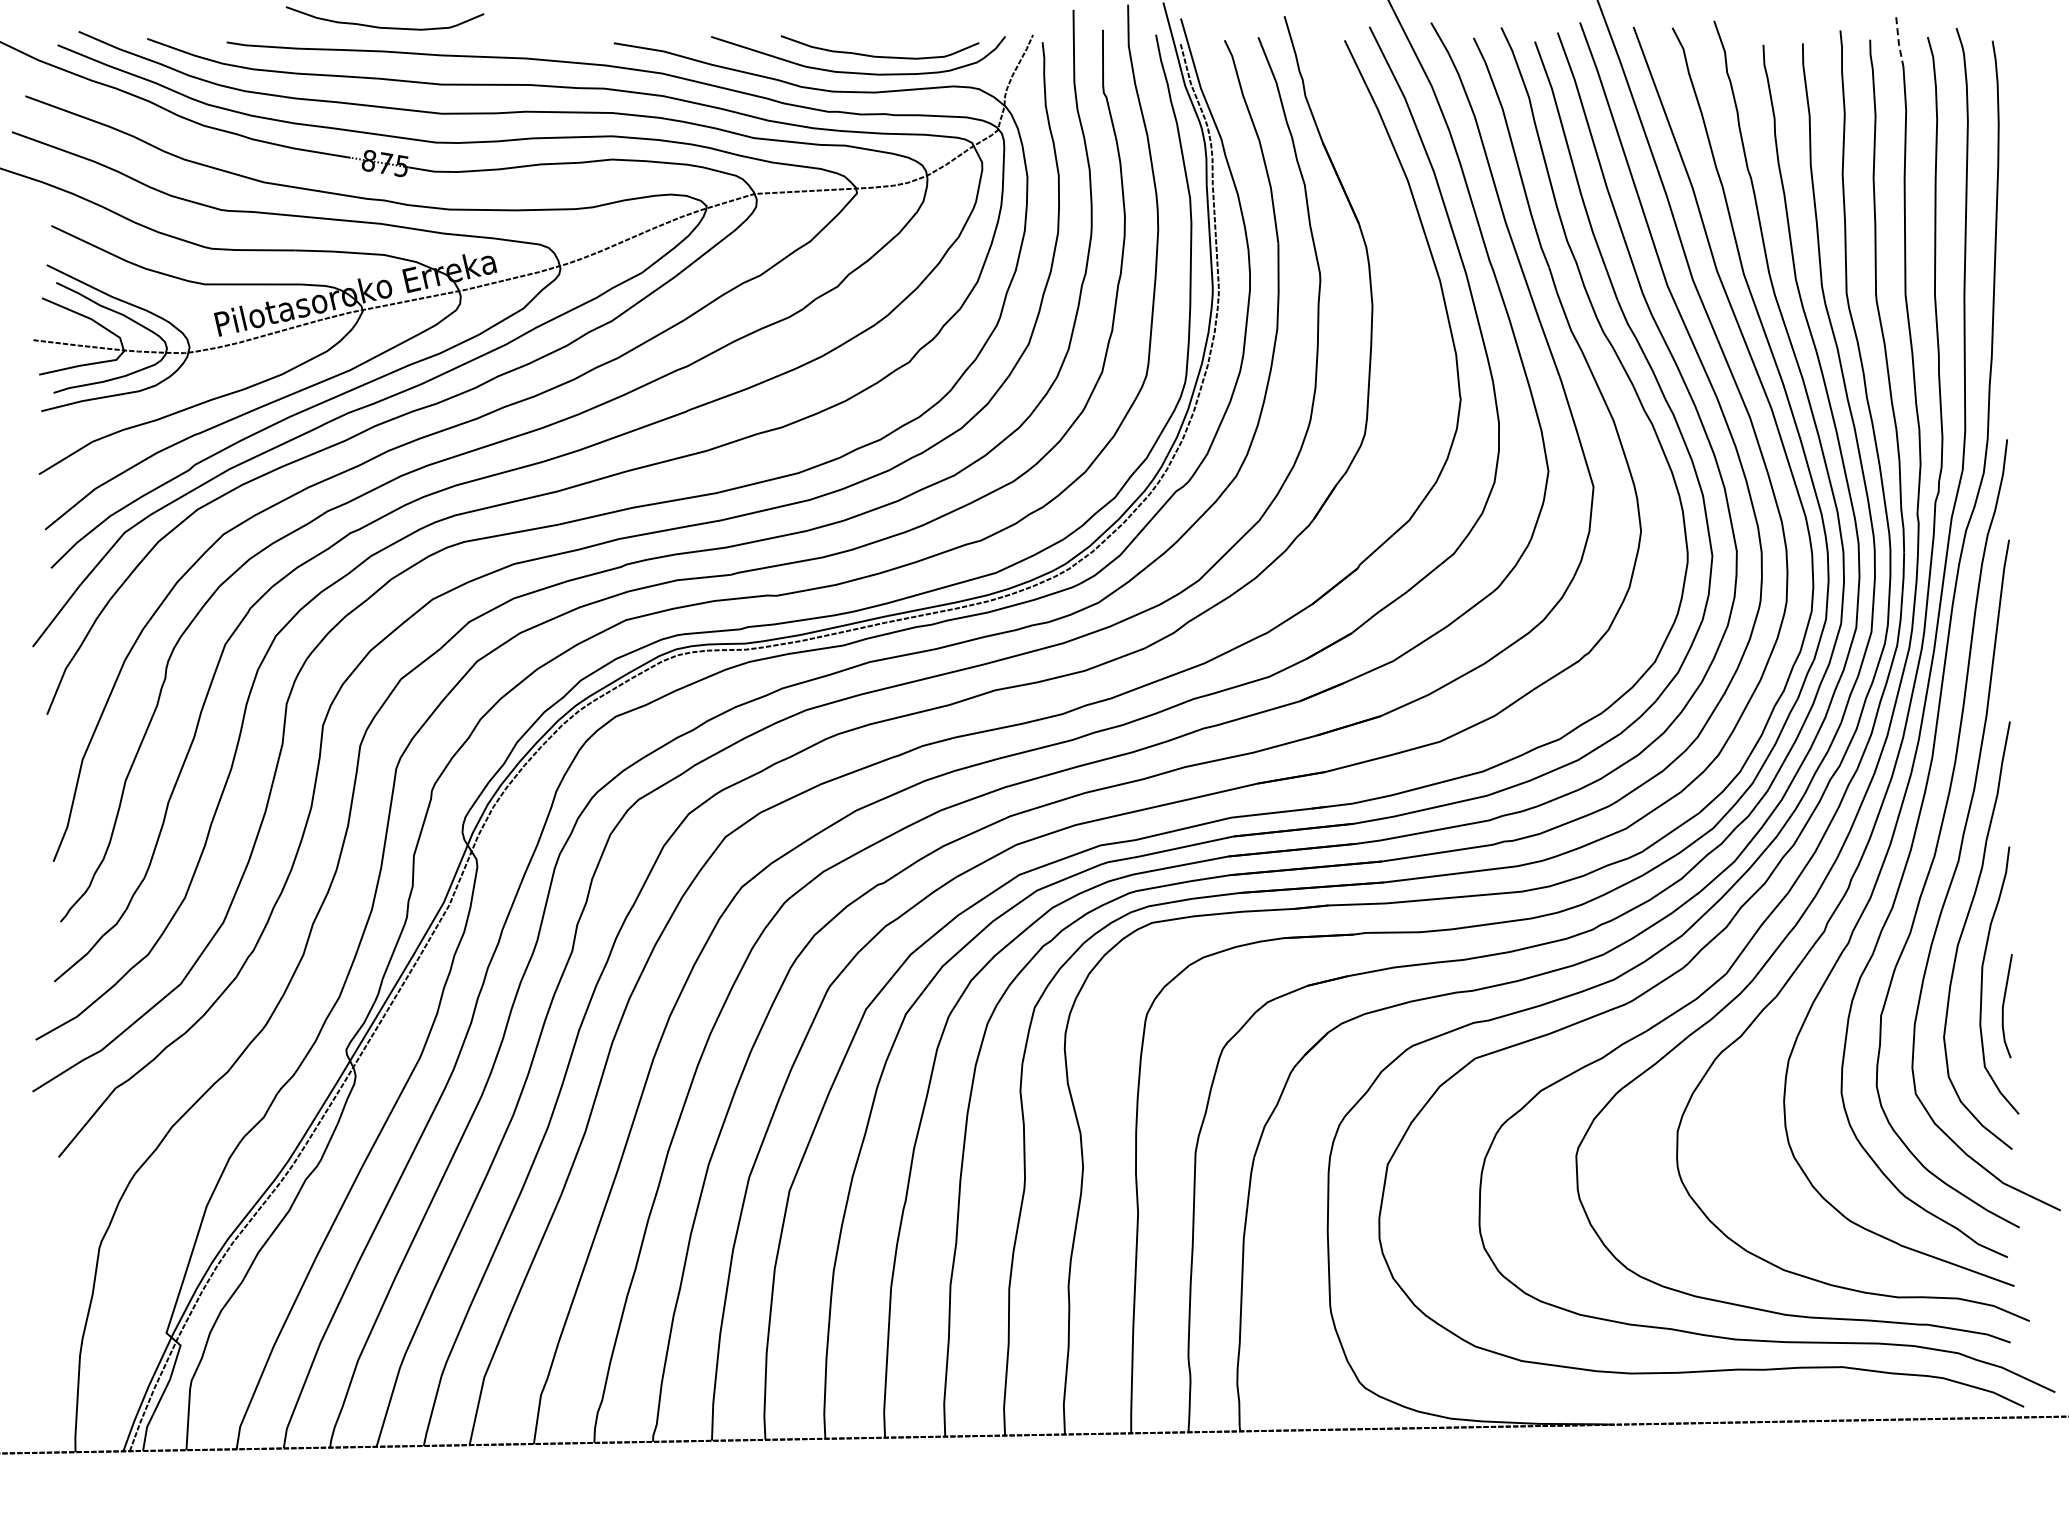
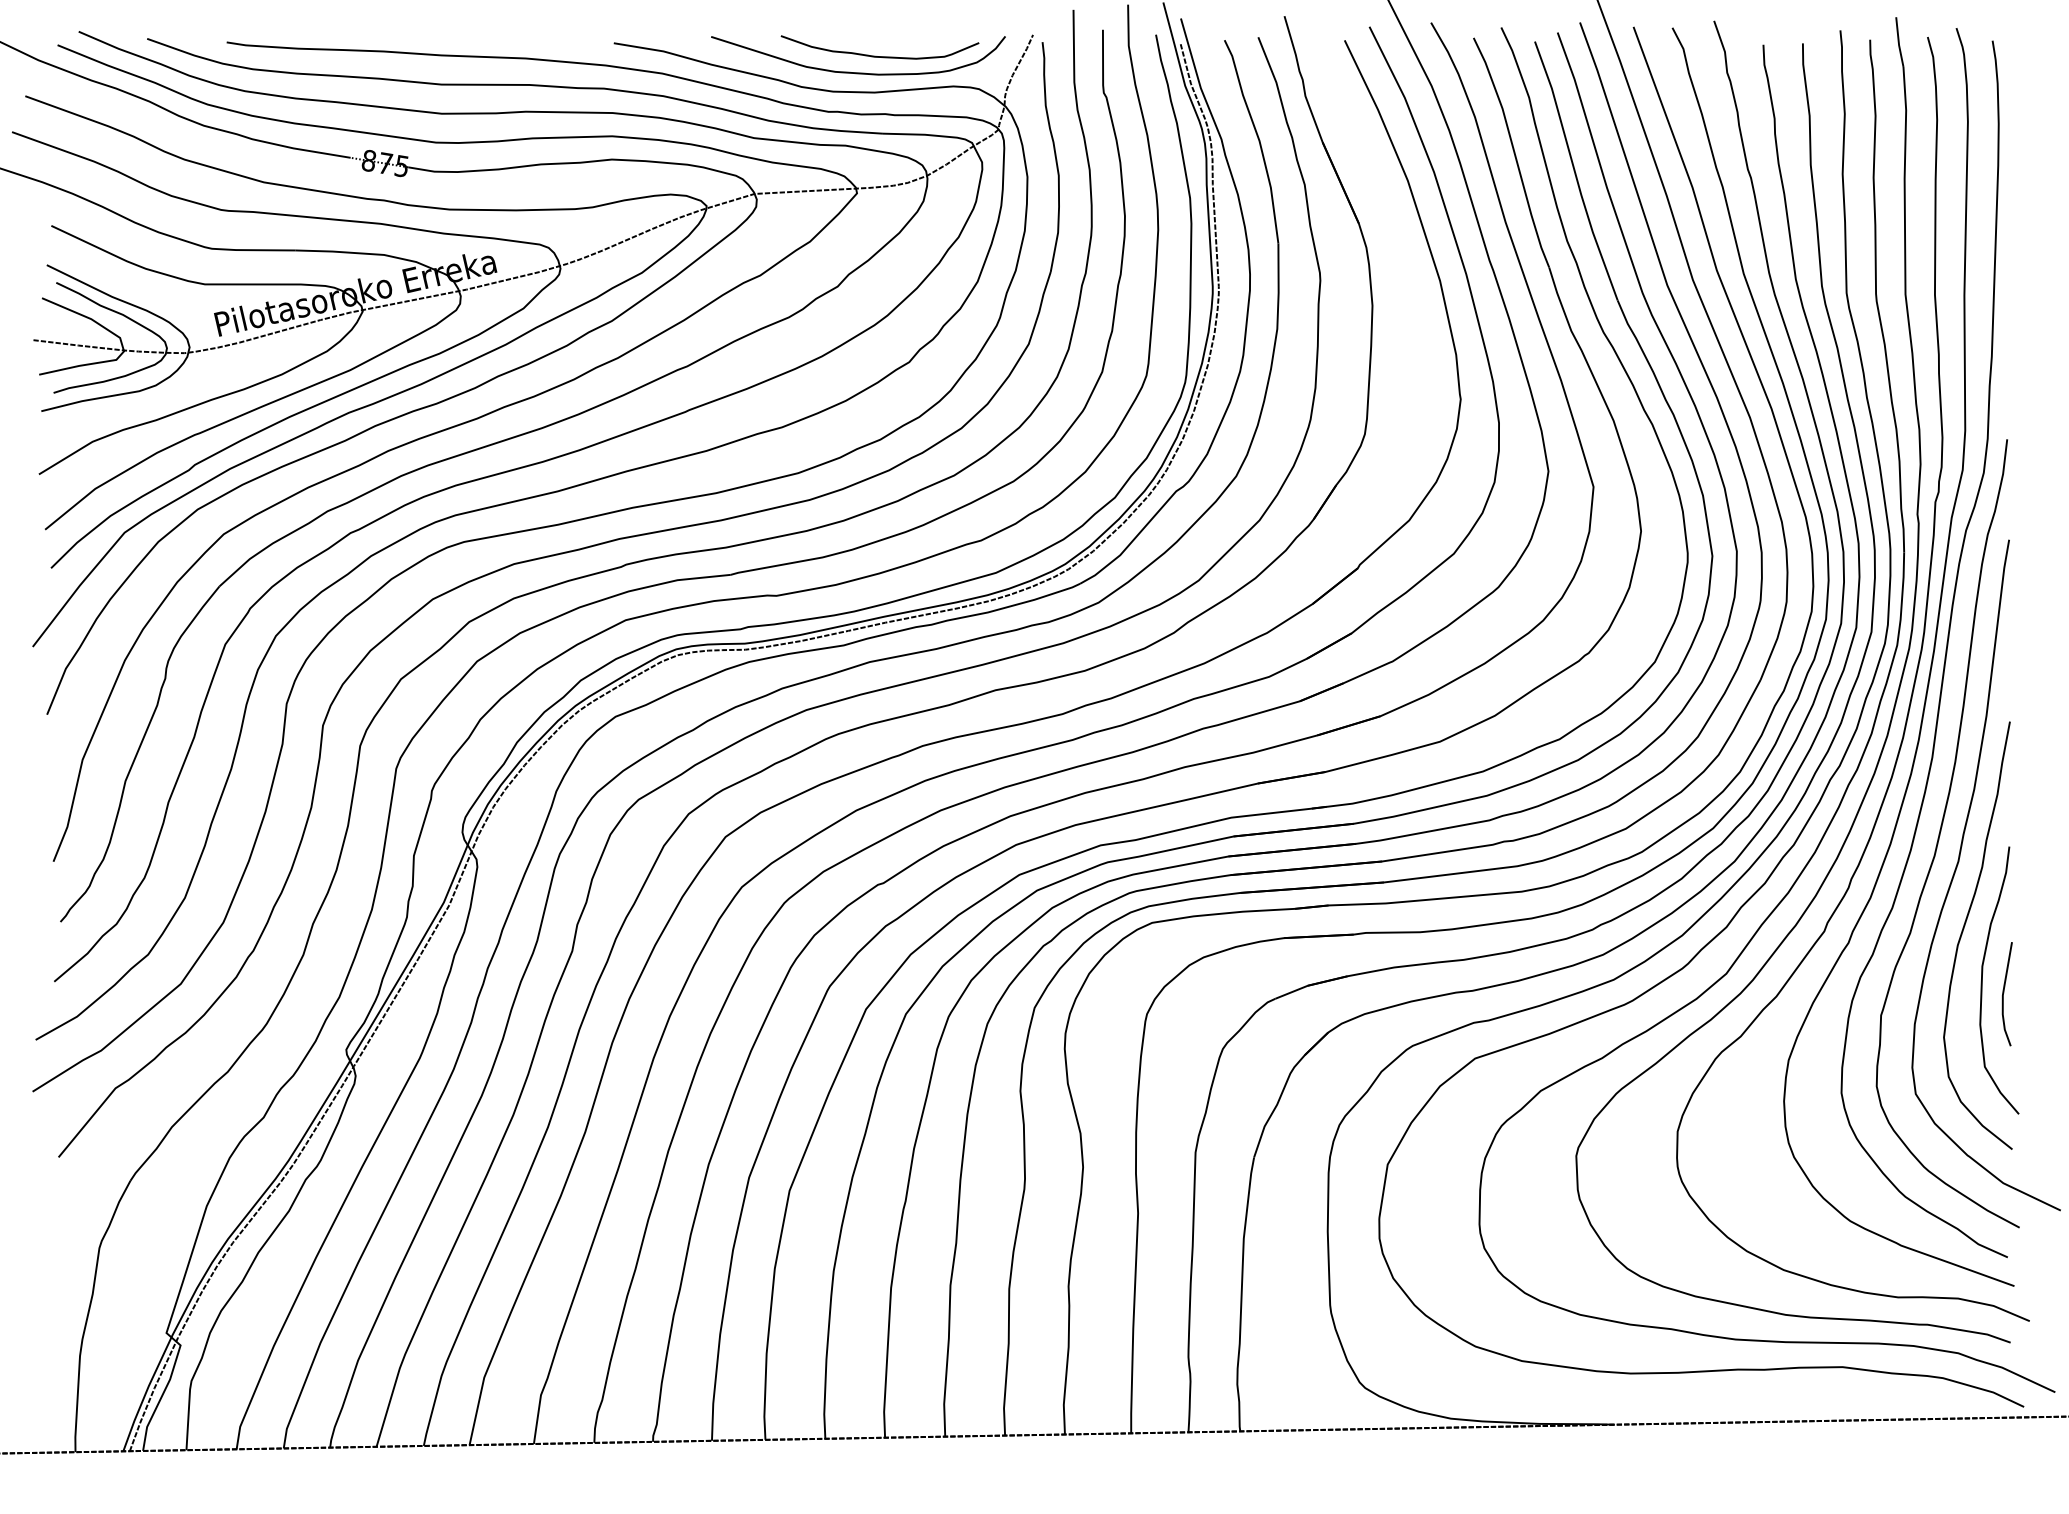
curve at (380, 26): present -> none
line at (1898, 43): dashed -> solid
curve at (2004, 1005) position: (2004, 1005) -> (2004, 993)
